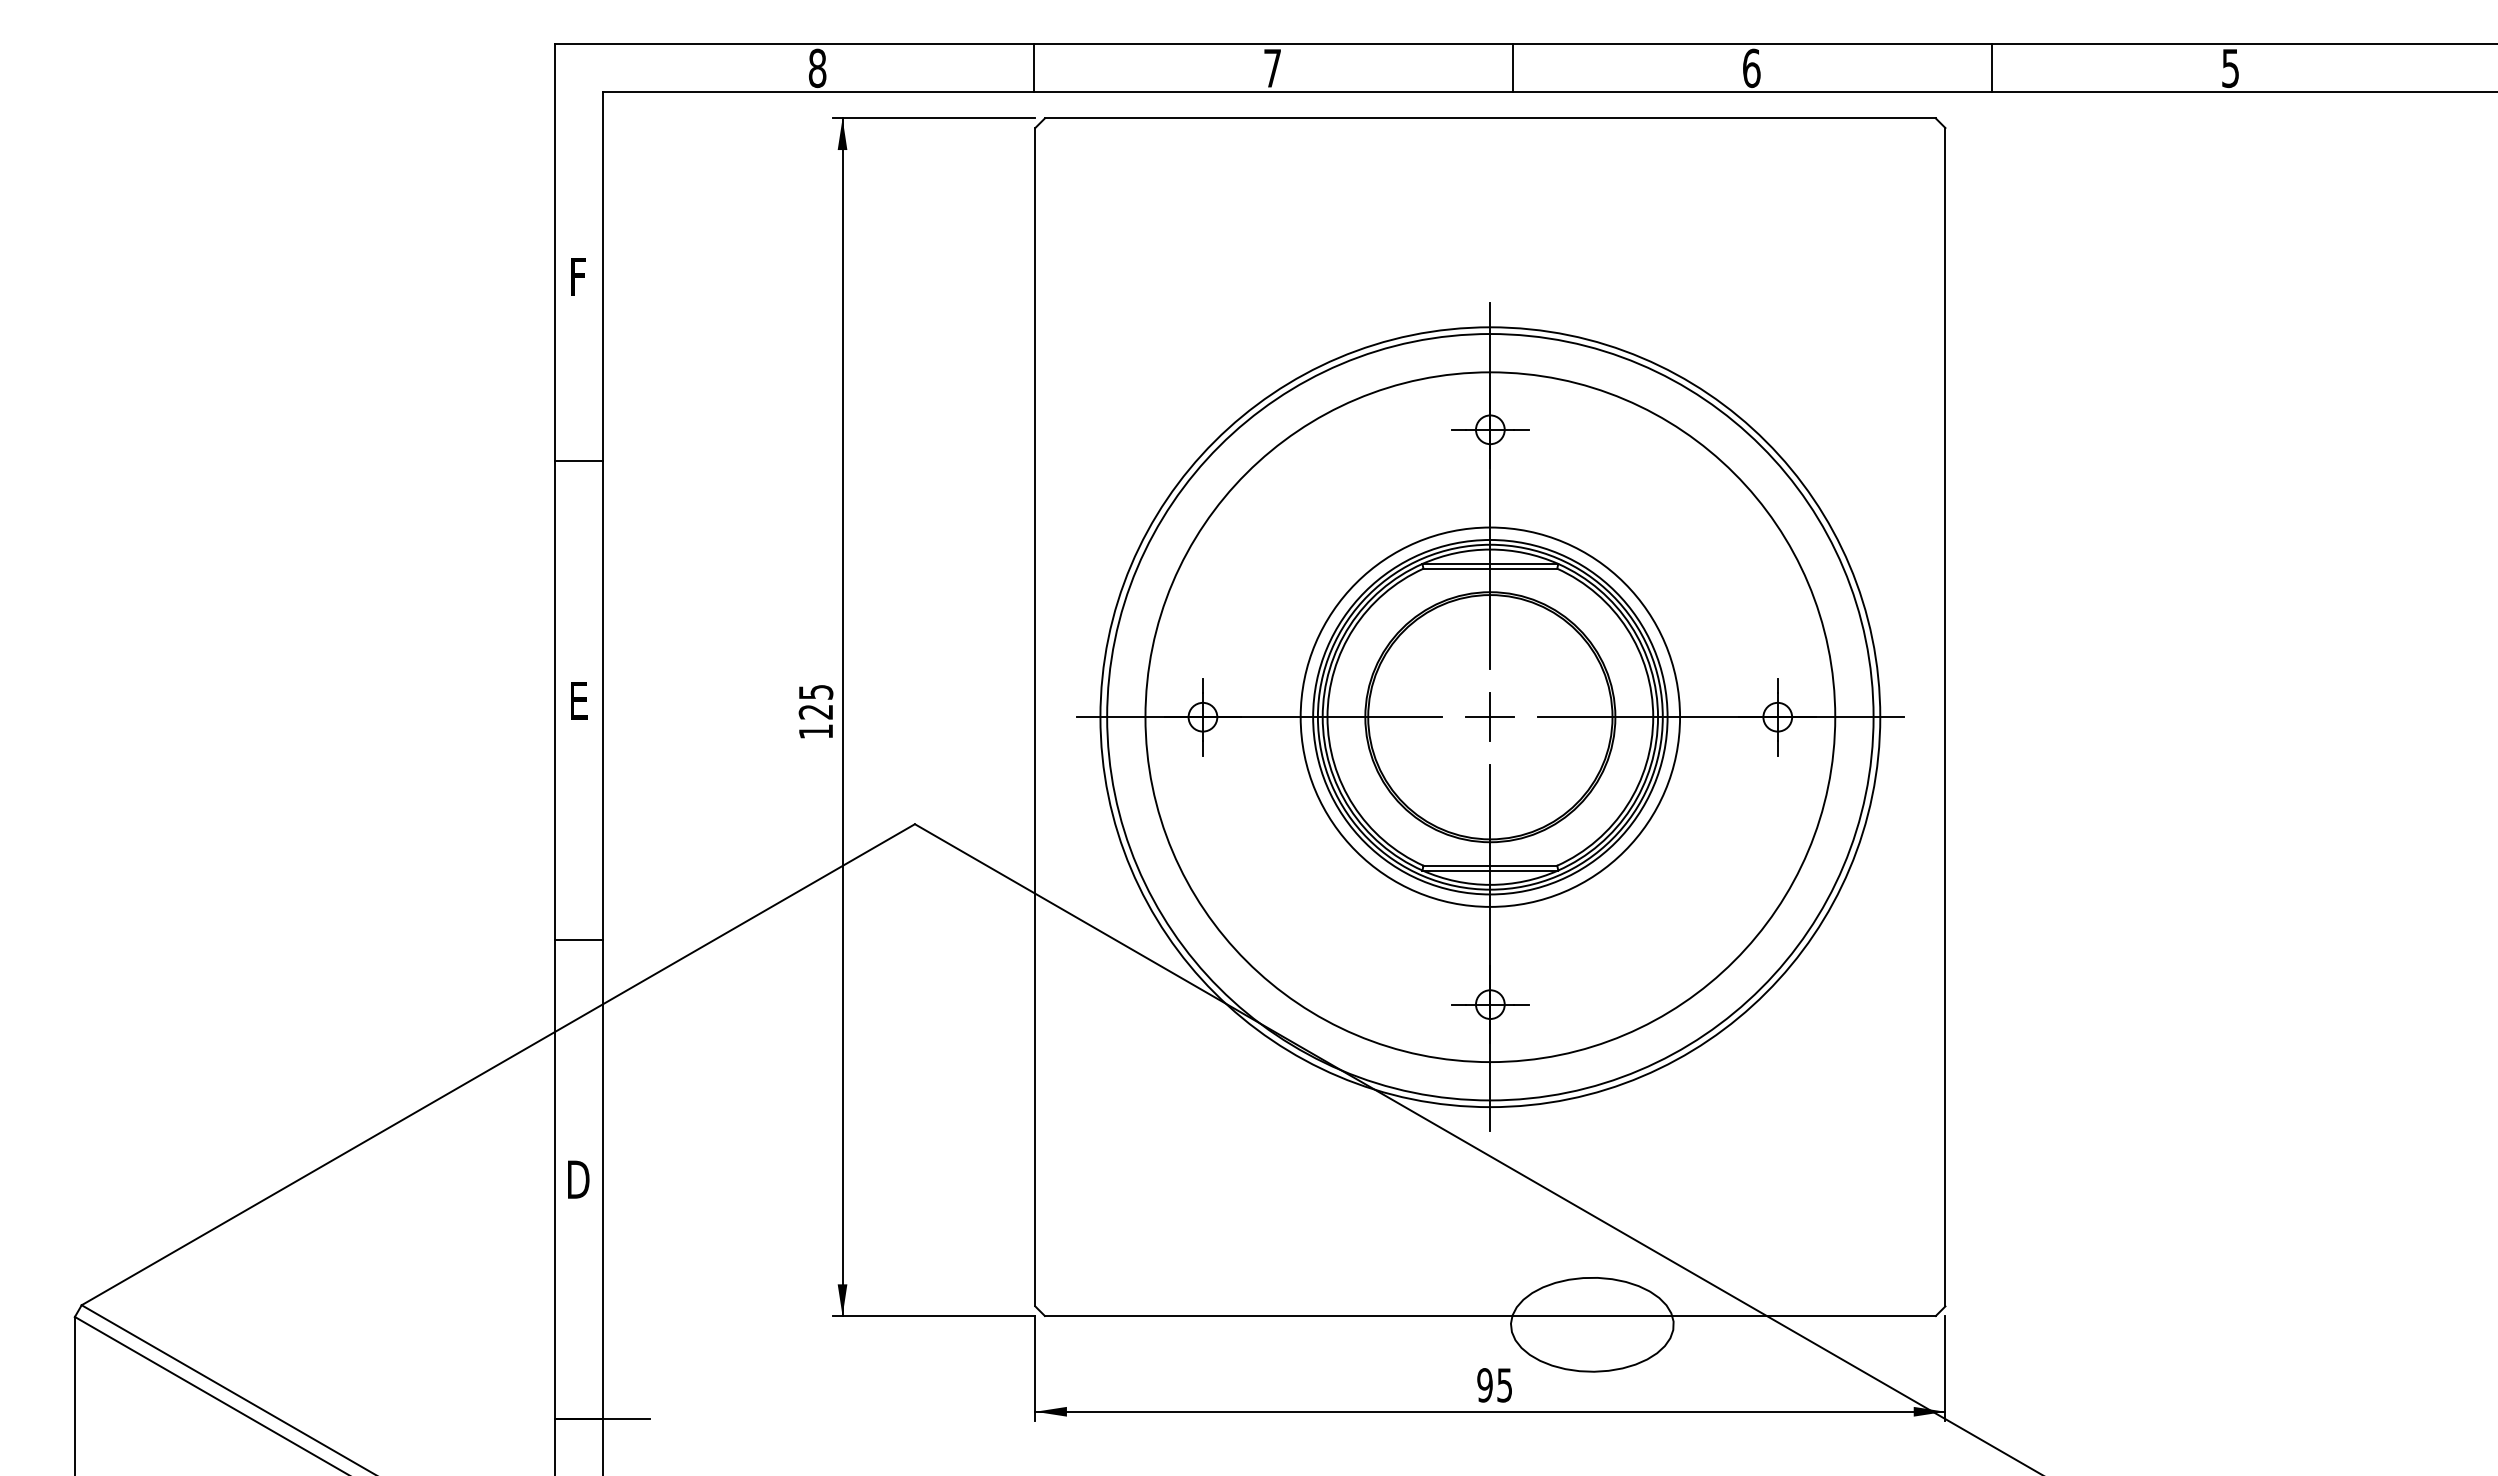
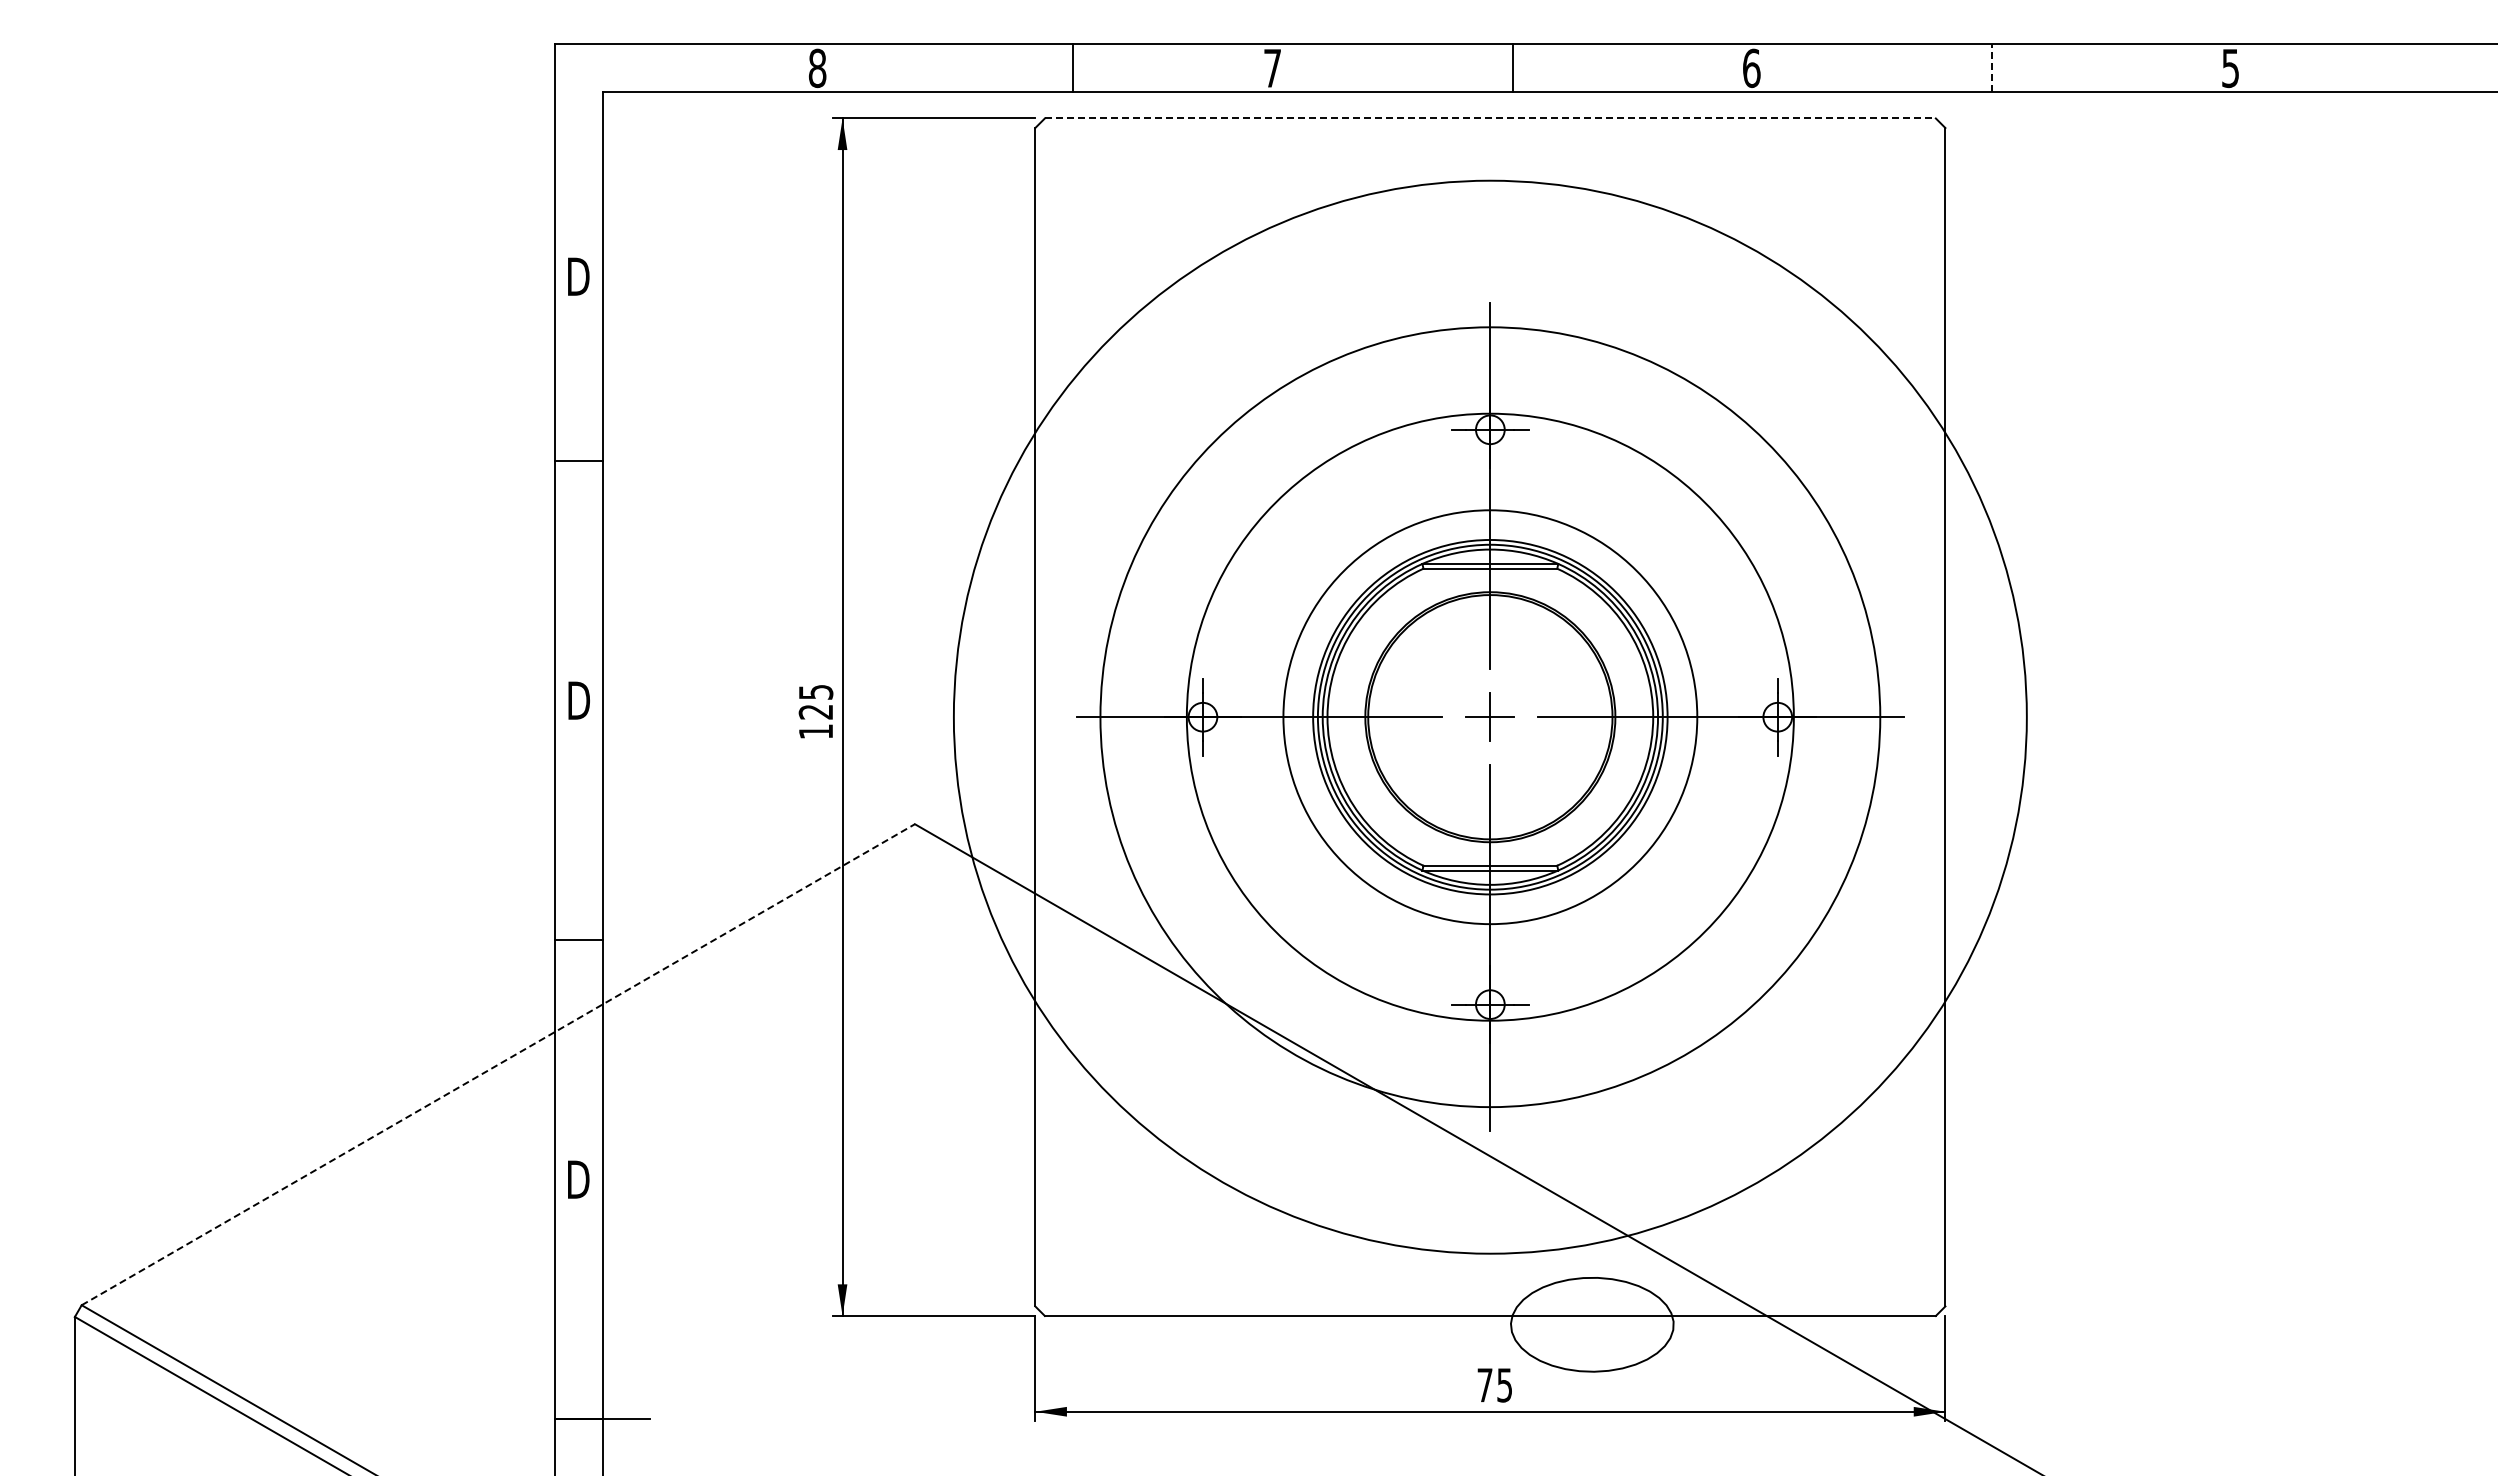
line at (1033, 68) position: (1033, 68) -> (1072, 68)
line at (1991, 68): solid -> dashed
line at (1490, 118): solid -> dashed
text at (578, 276): F -> D
text at (578, 700): E -> D
circle at (1490, 716) diameter: 379 px -> 607 px
circle at (1490, 717) diameter: 690 px -> 414 px
circle at (1490, 717) diameter: 766 px -> 1073 px
line at (498, 1064): solid -> dashed
text at (1484, 1385): 95 -> 75
